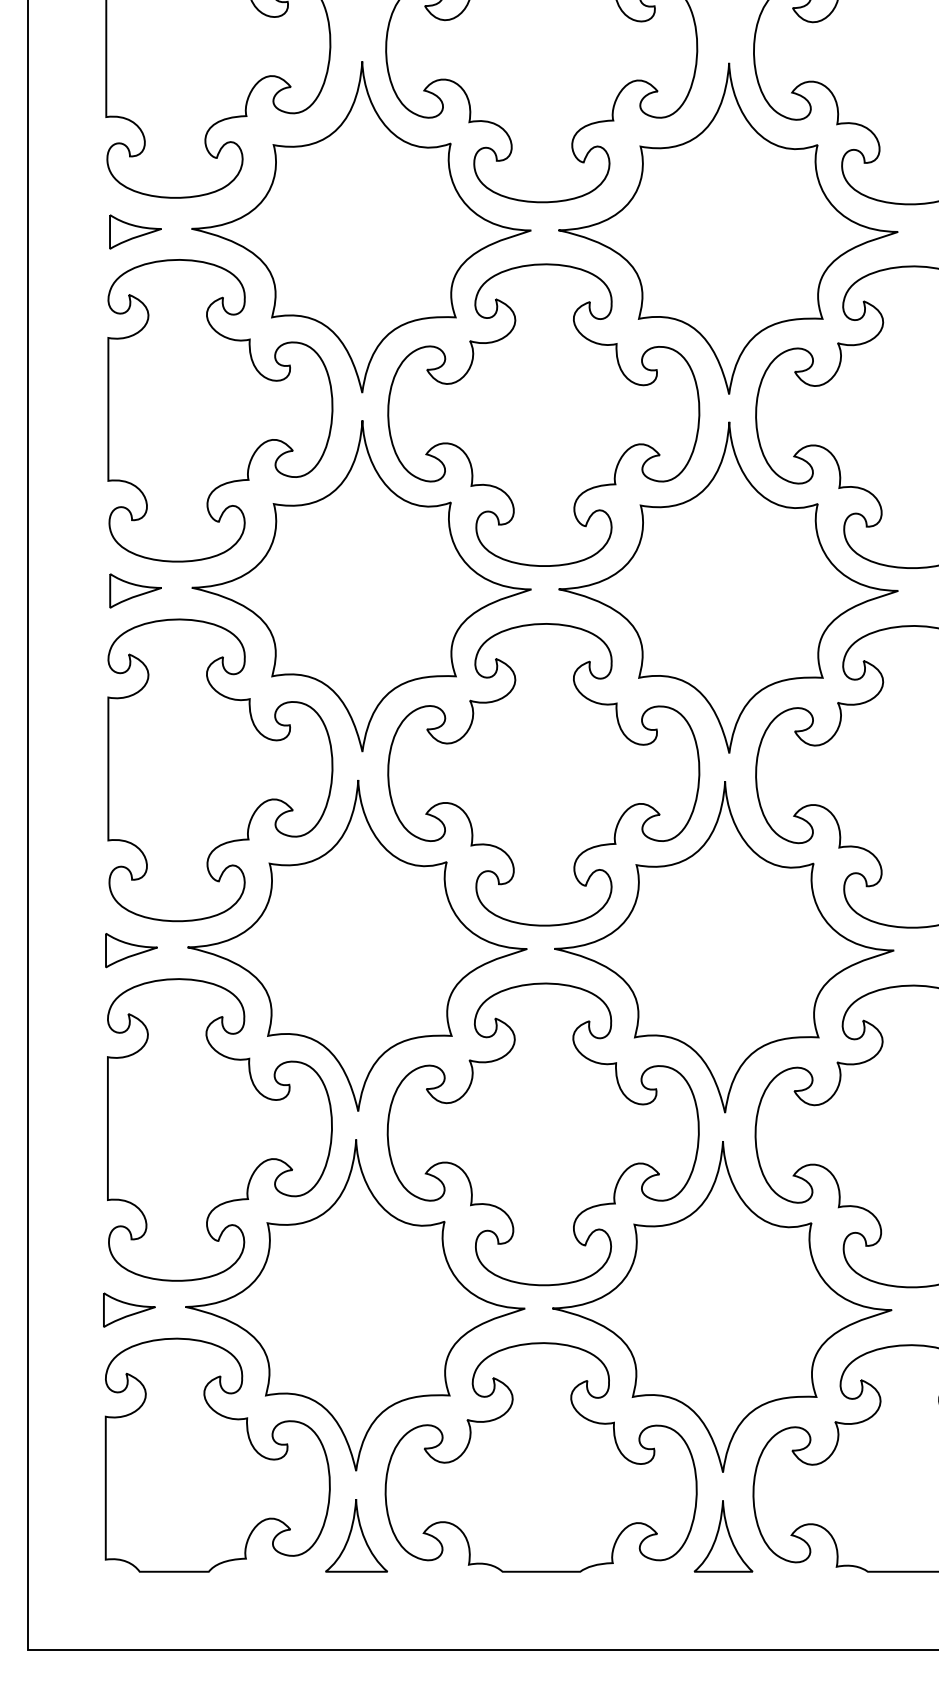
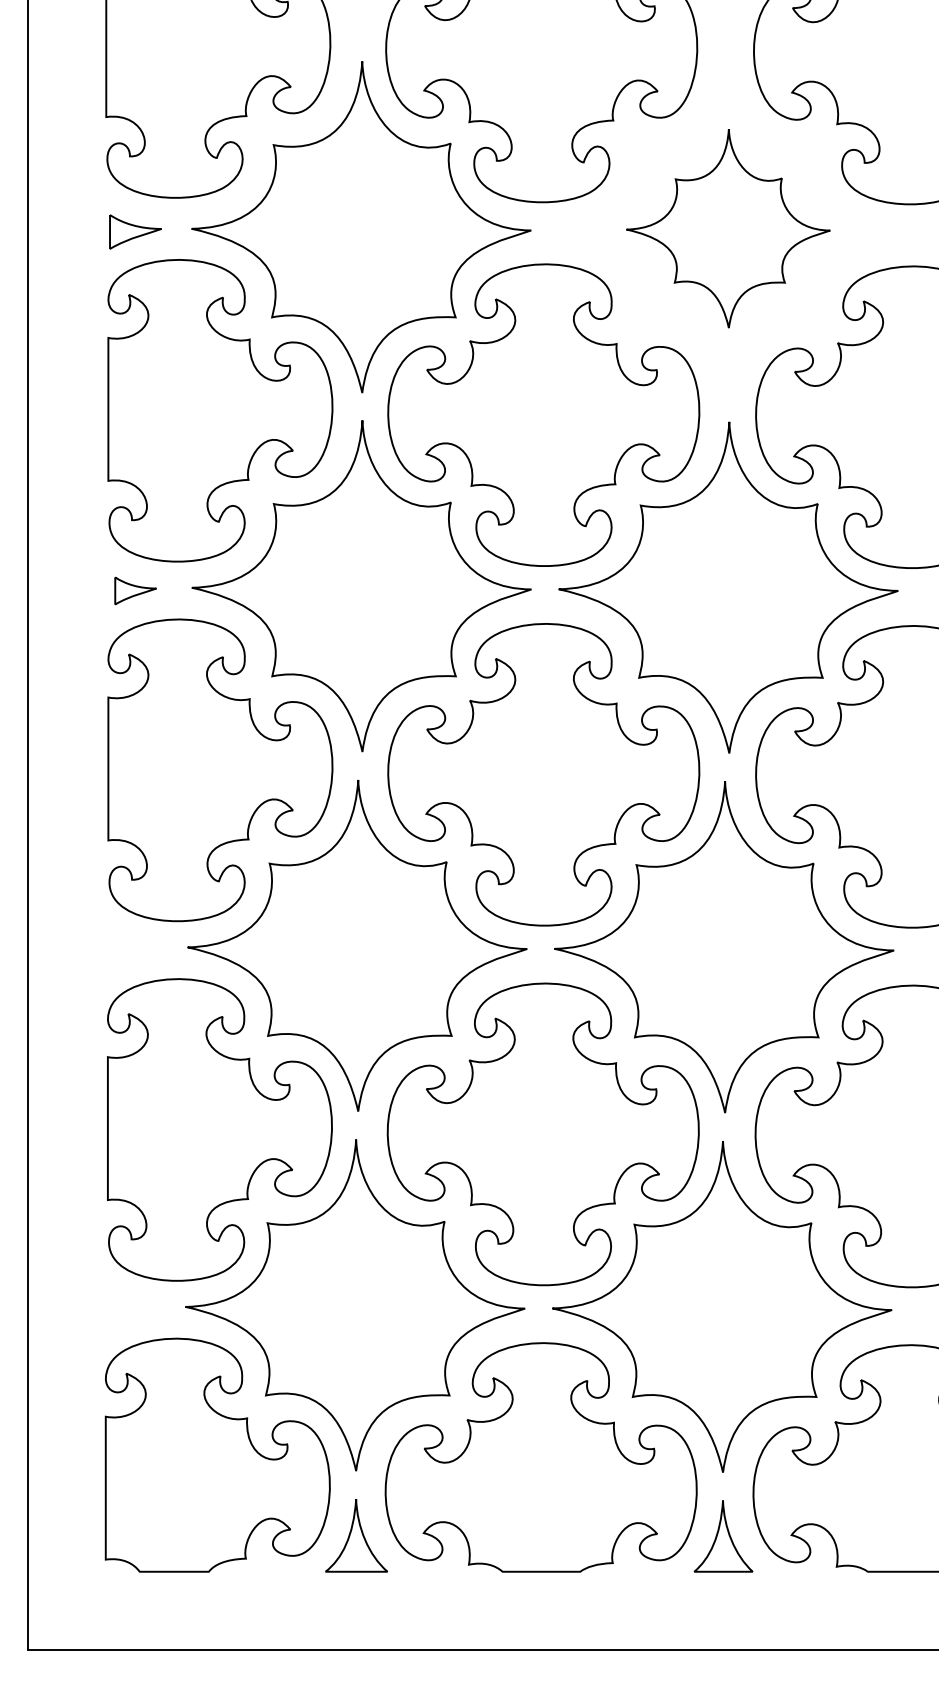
part at (728, 228) size: 341x333 px -> 205x200 px
part at (135, 590) size: 53x36 px -> 43x30 px
part at (131, 950): present -> none
part at (129, 1309): present -> none
